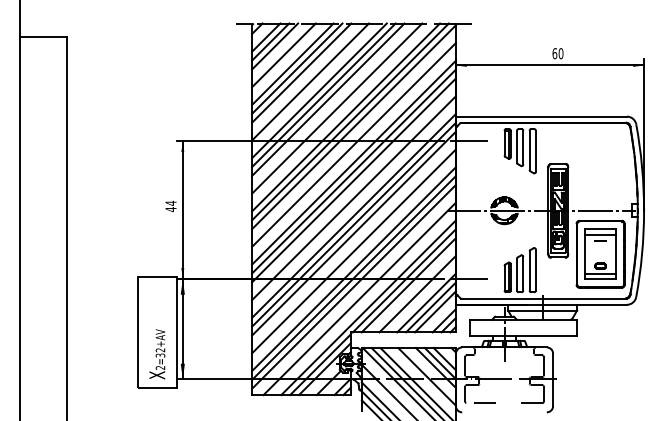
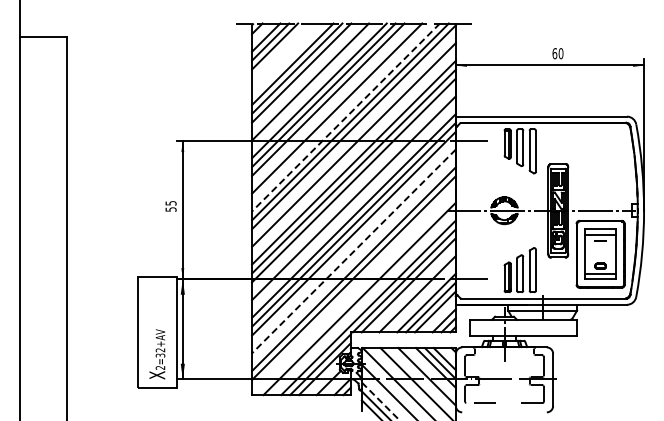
line at (283, 55): present -> none
line at (346, 117): solid -> dashed
text at (170, 206): 44 -> 55
line at (353, 251): solid -> dashed
line at (353, 286): present -> none
line at (406, 382): present -> none
line at (380, 401): solid -> dashed
